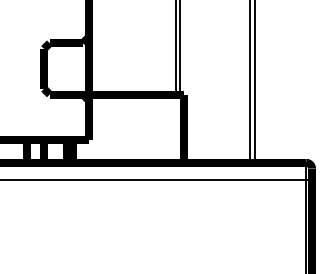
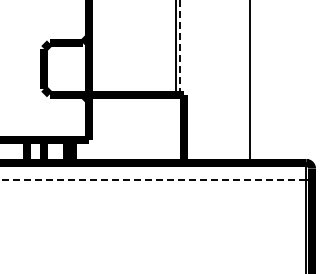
line at (180, 47): solid -> dashed
line at (254, 82): present -> none
line at (153, 180): solid -> dashed
